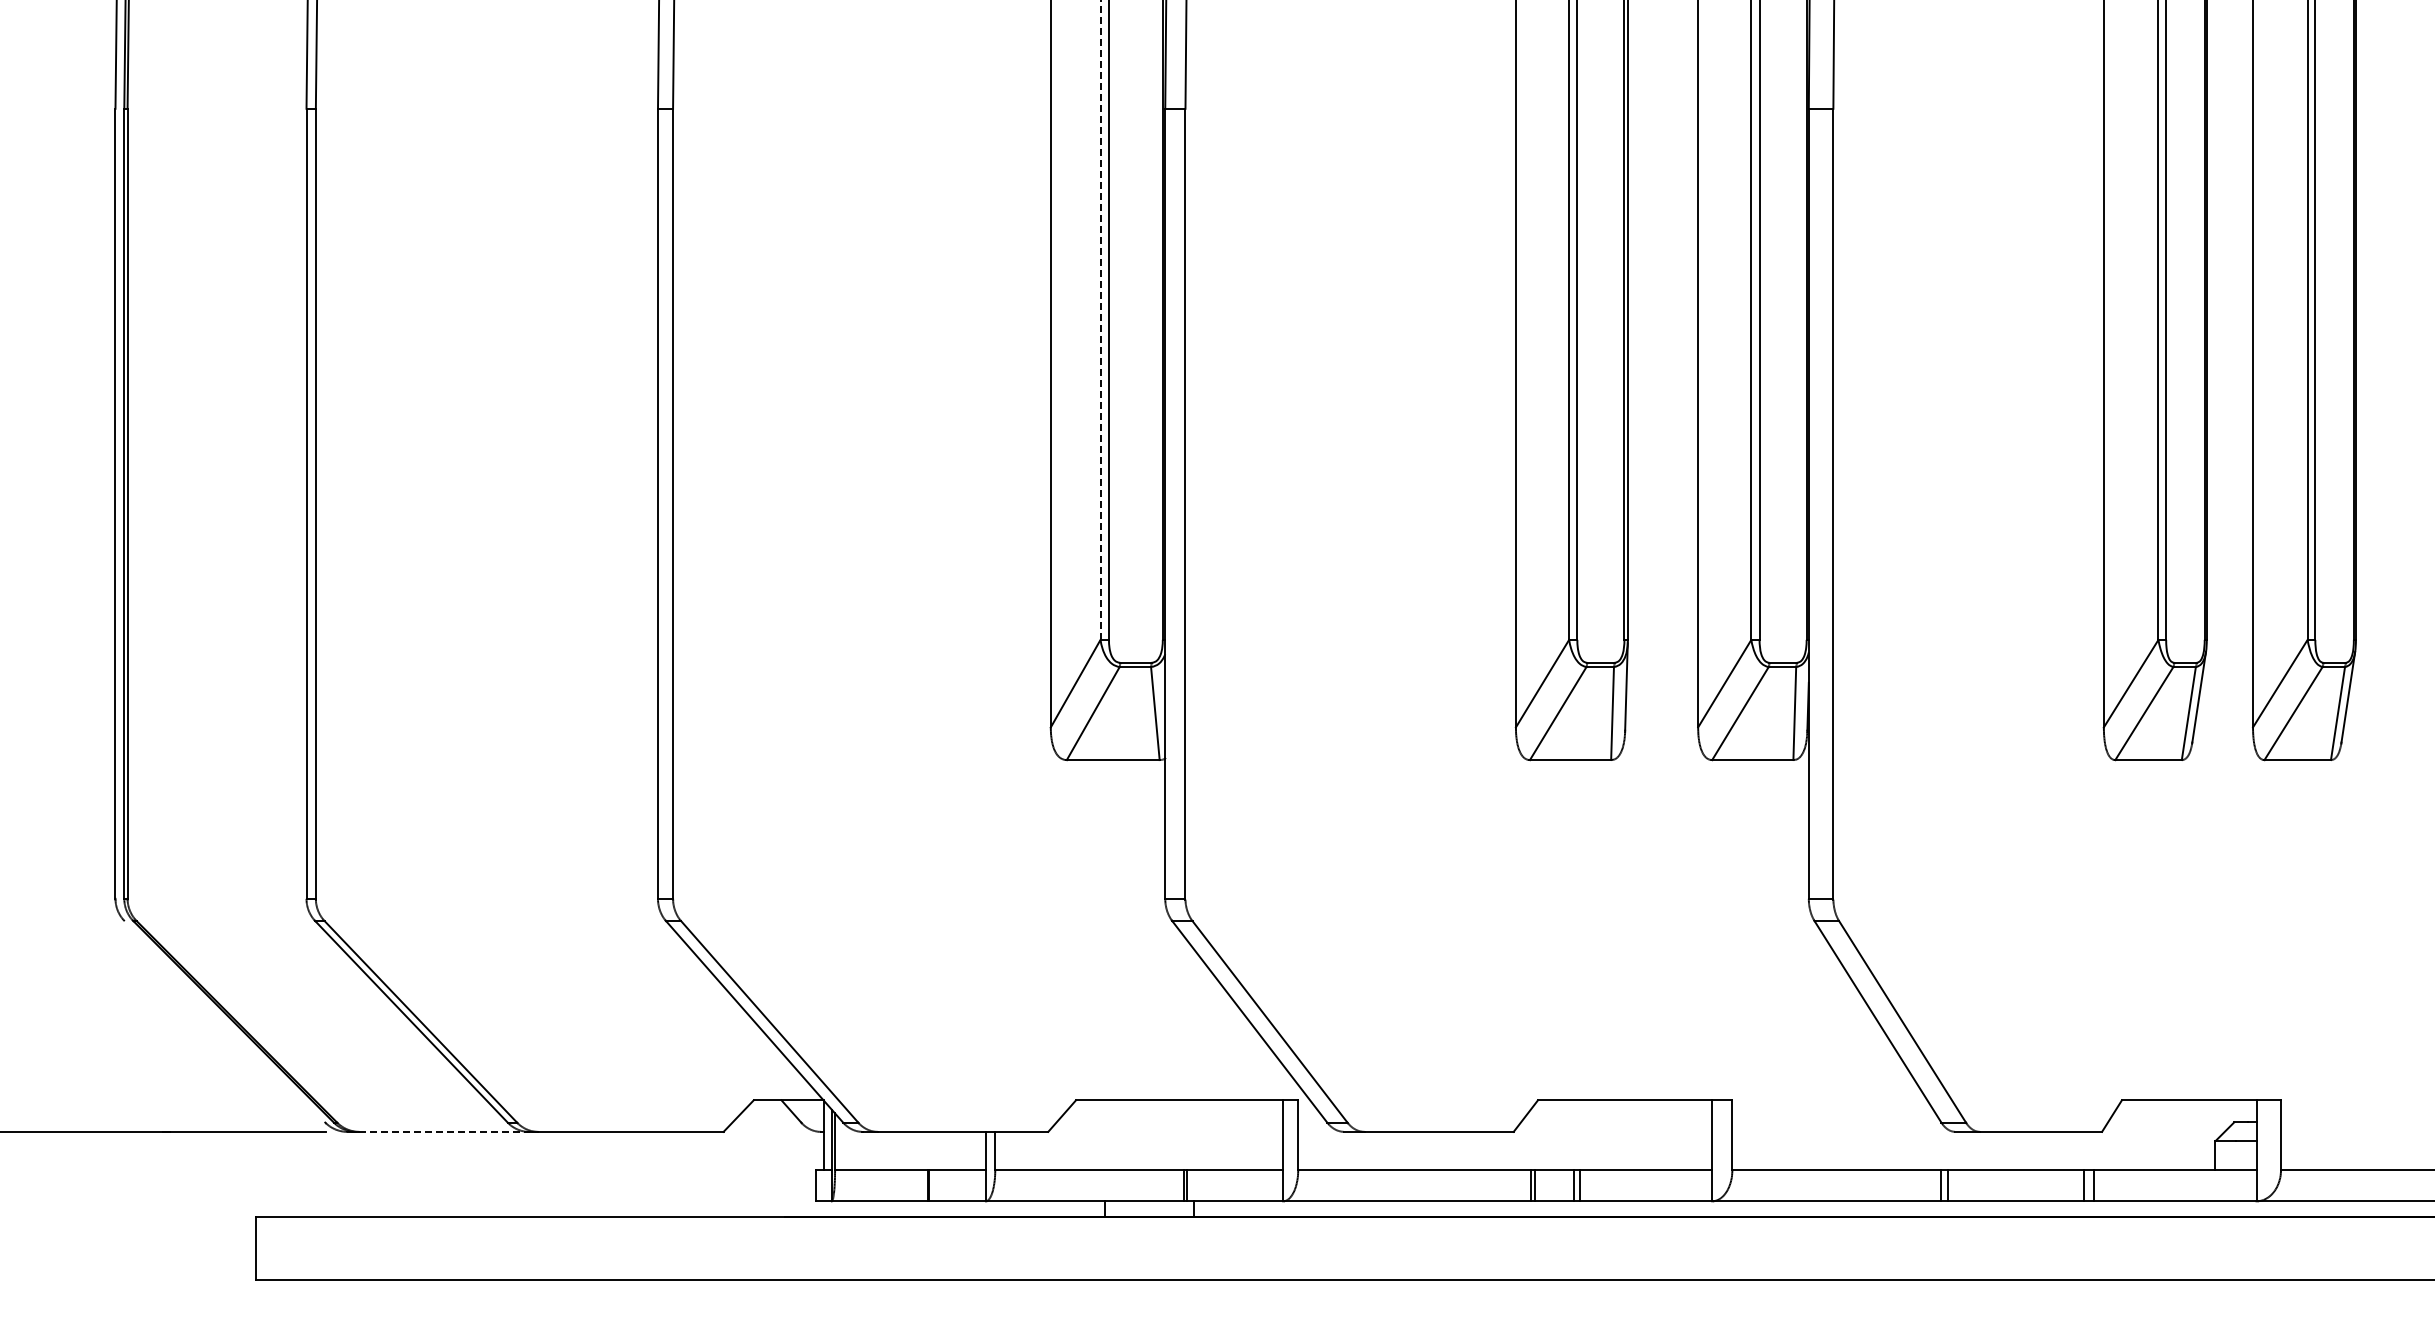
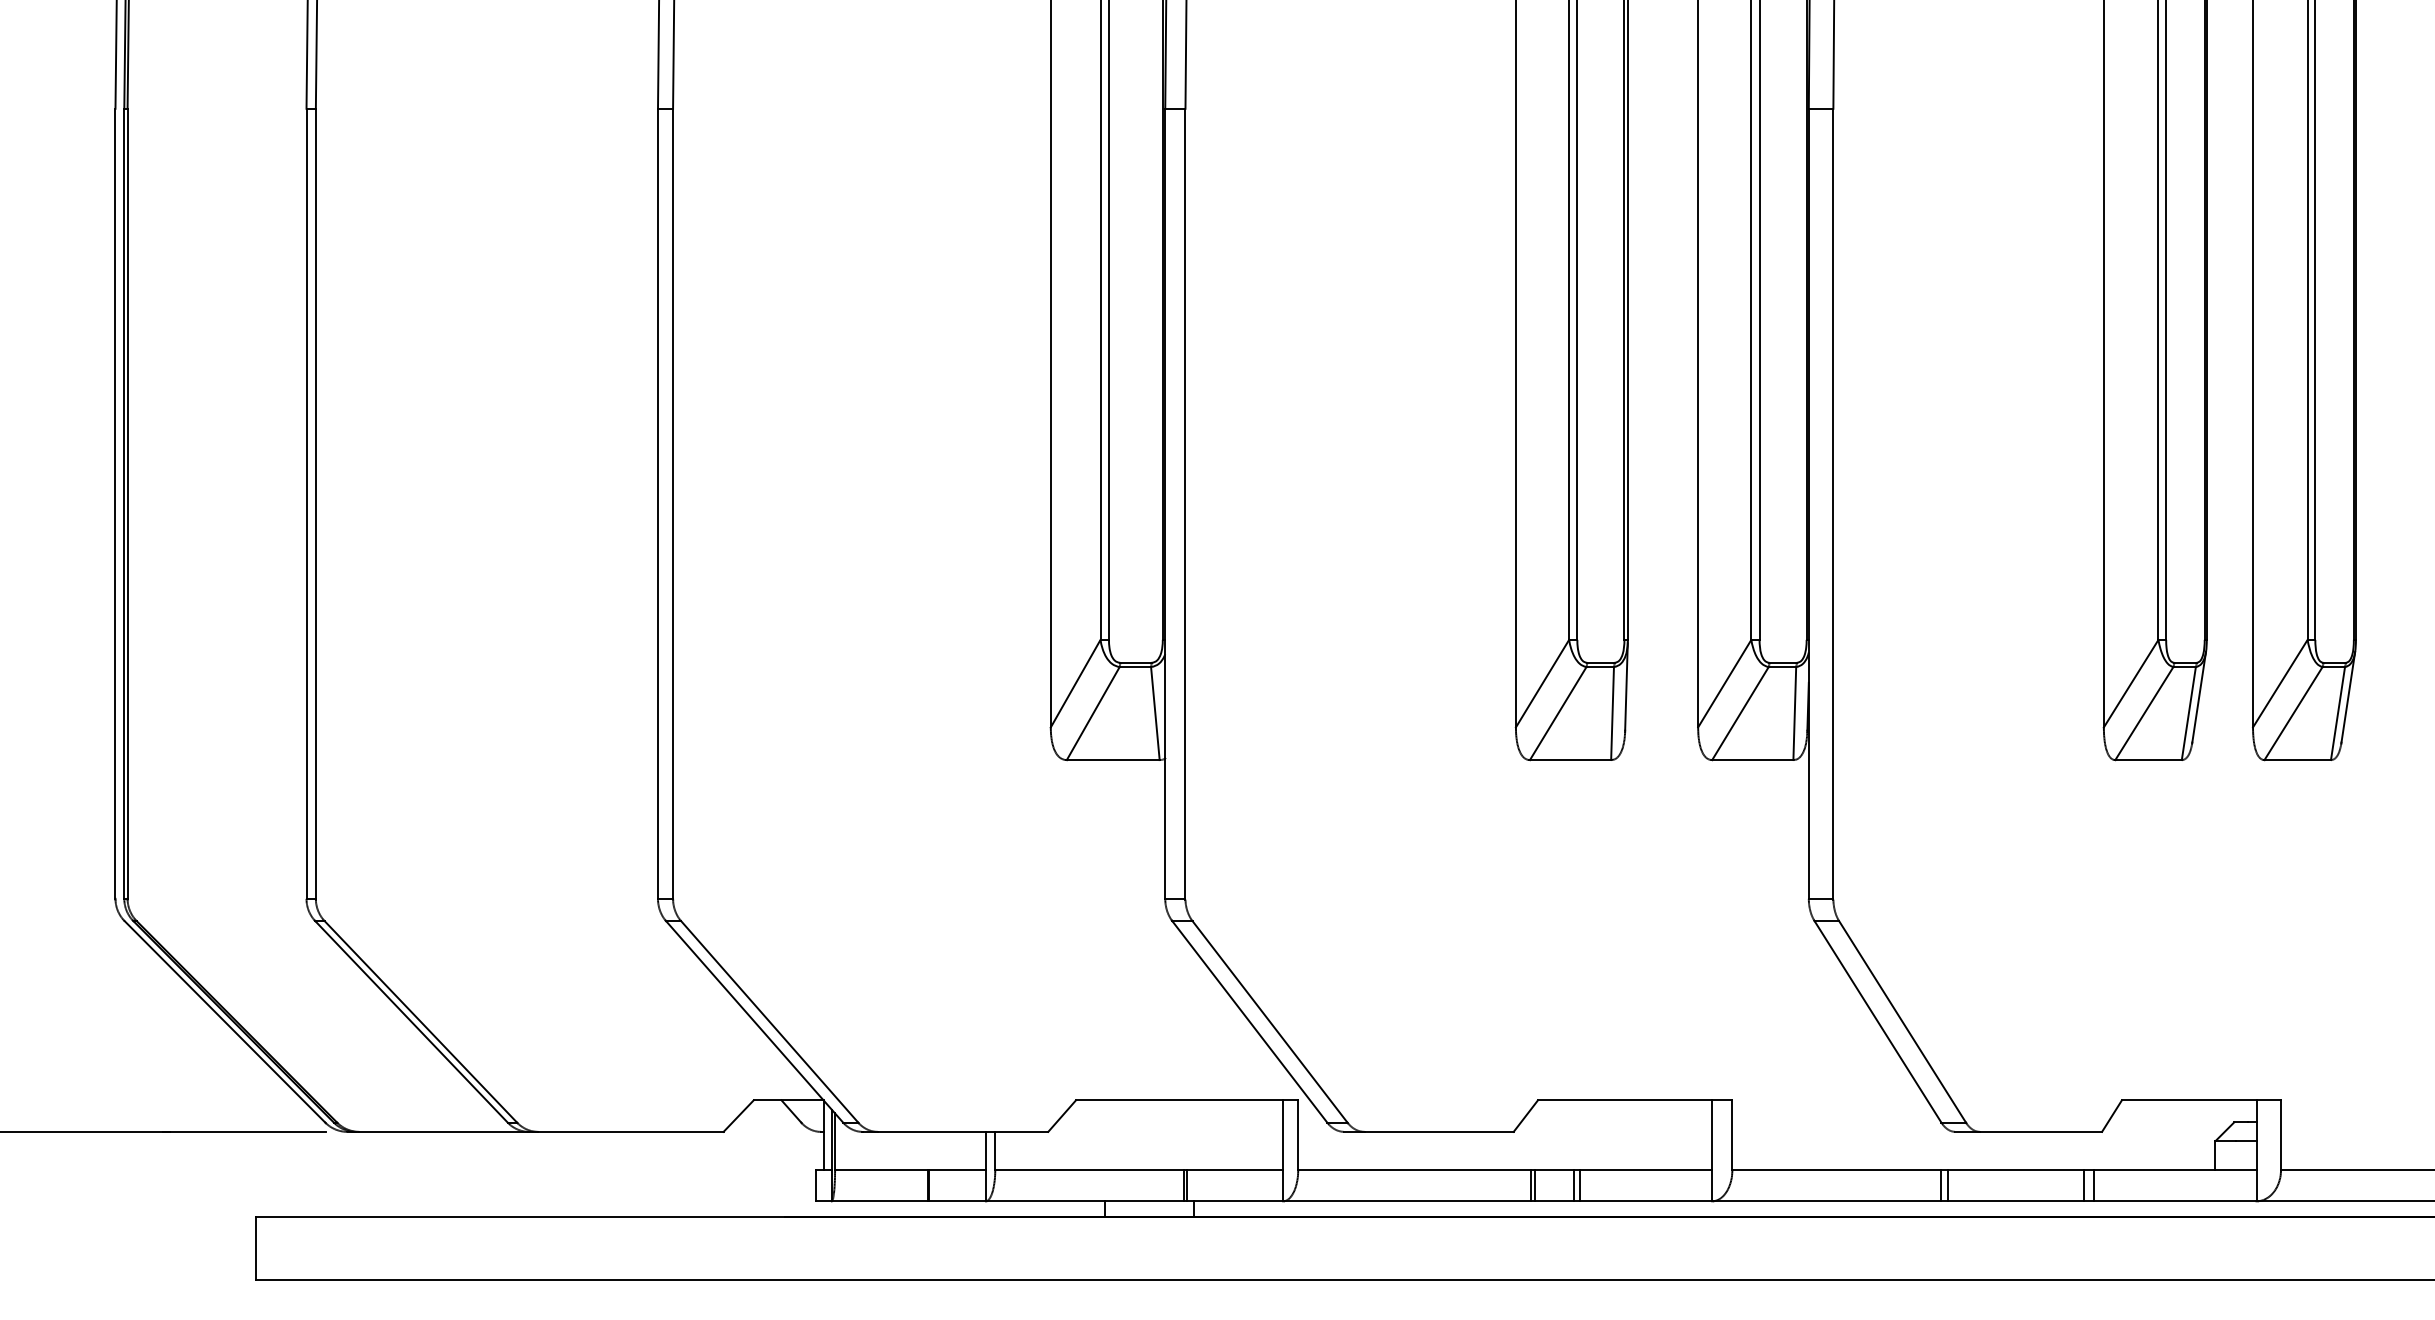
line at (1100, 320): dashed -> solid
line at (224, 1021): none -> present
line at (444, 1131): dashed -> solid
